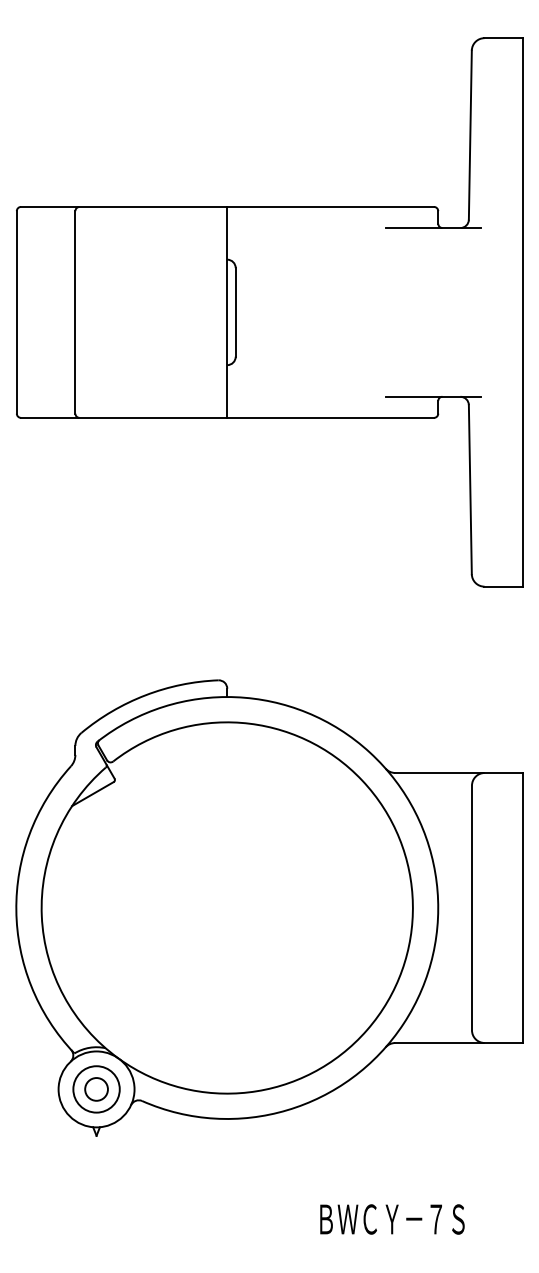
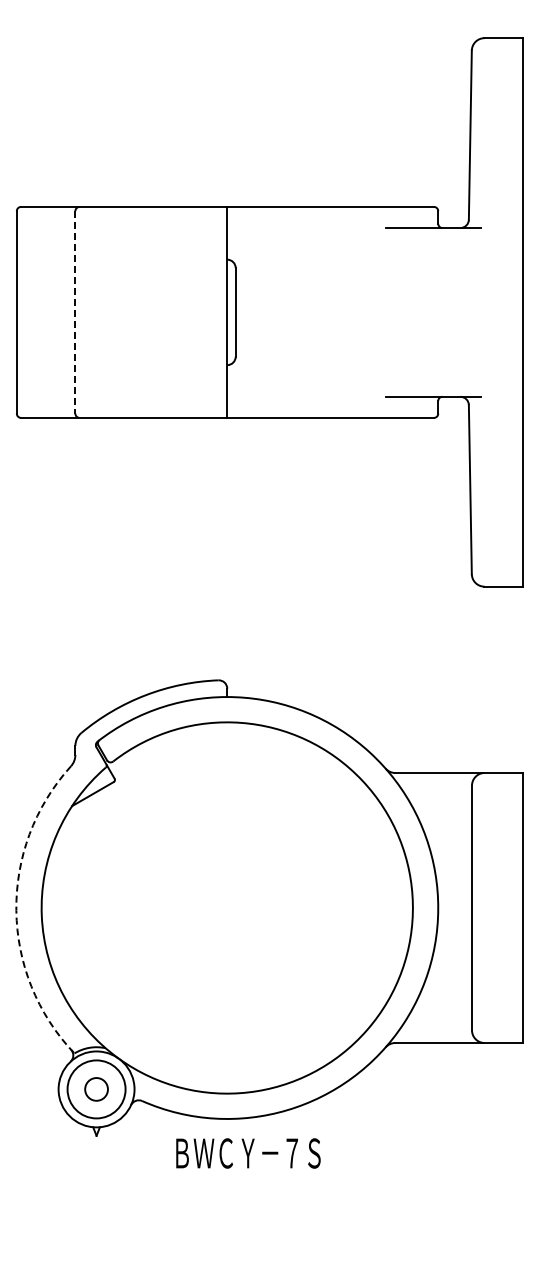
line at (75, 312): solid -> dashed
arc at (16, 910): solid -> dashed
circle at (96, 1089) diameter: 46 px -> 58 px
text at (392, 1219) position: (392, 1219) -> (248, 1153)
